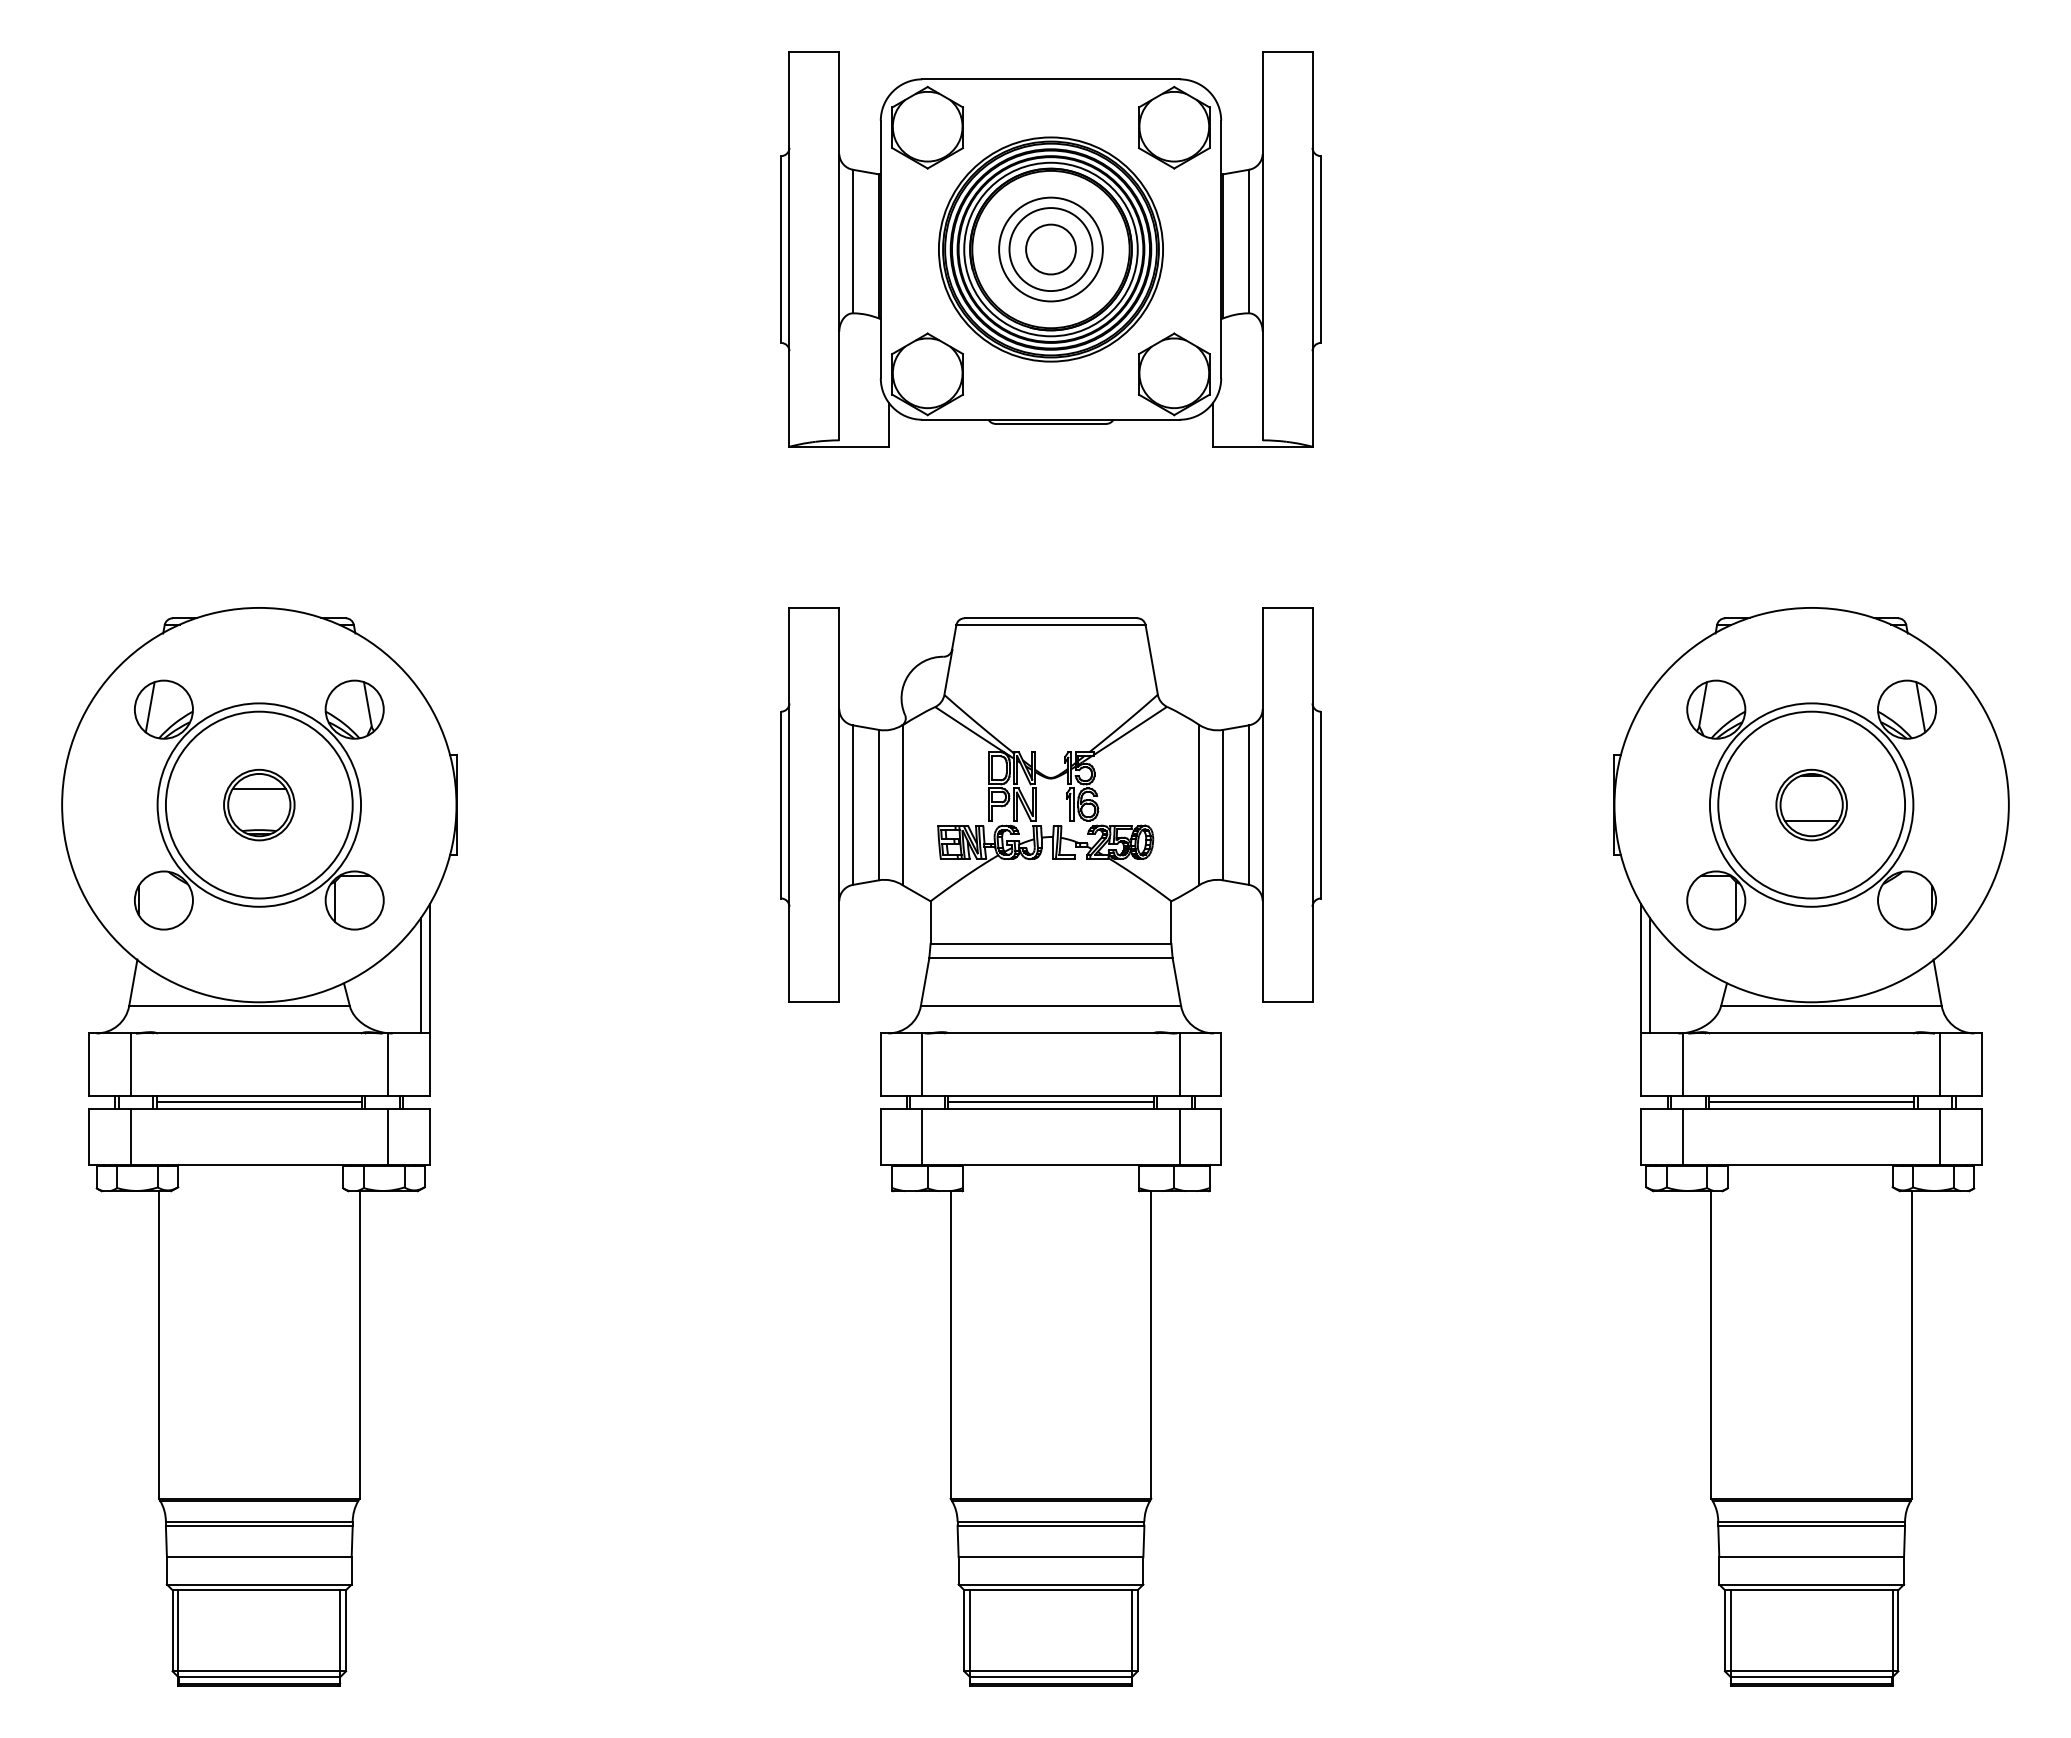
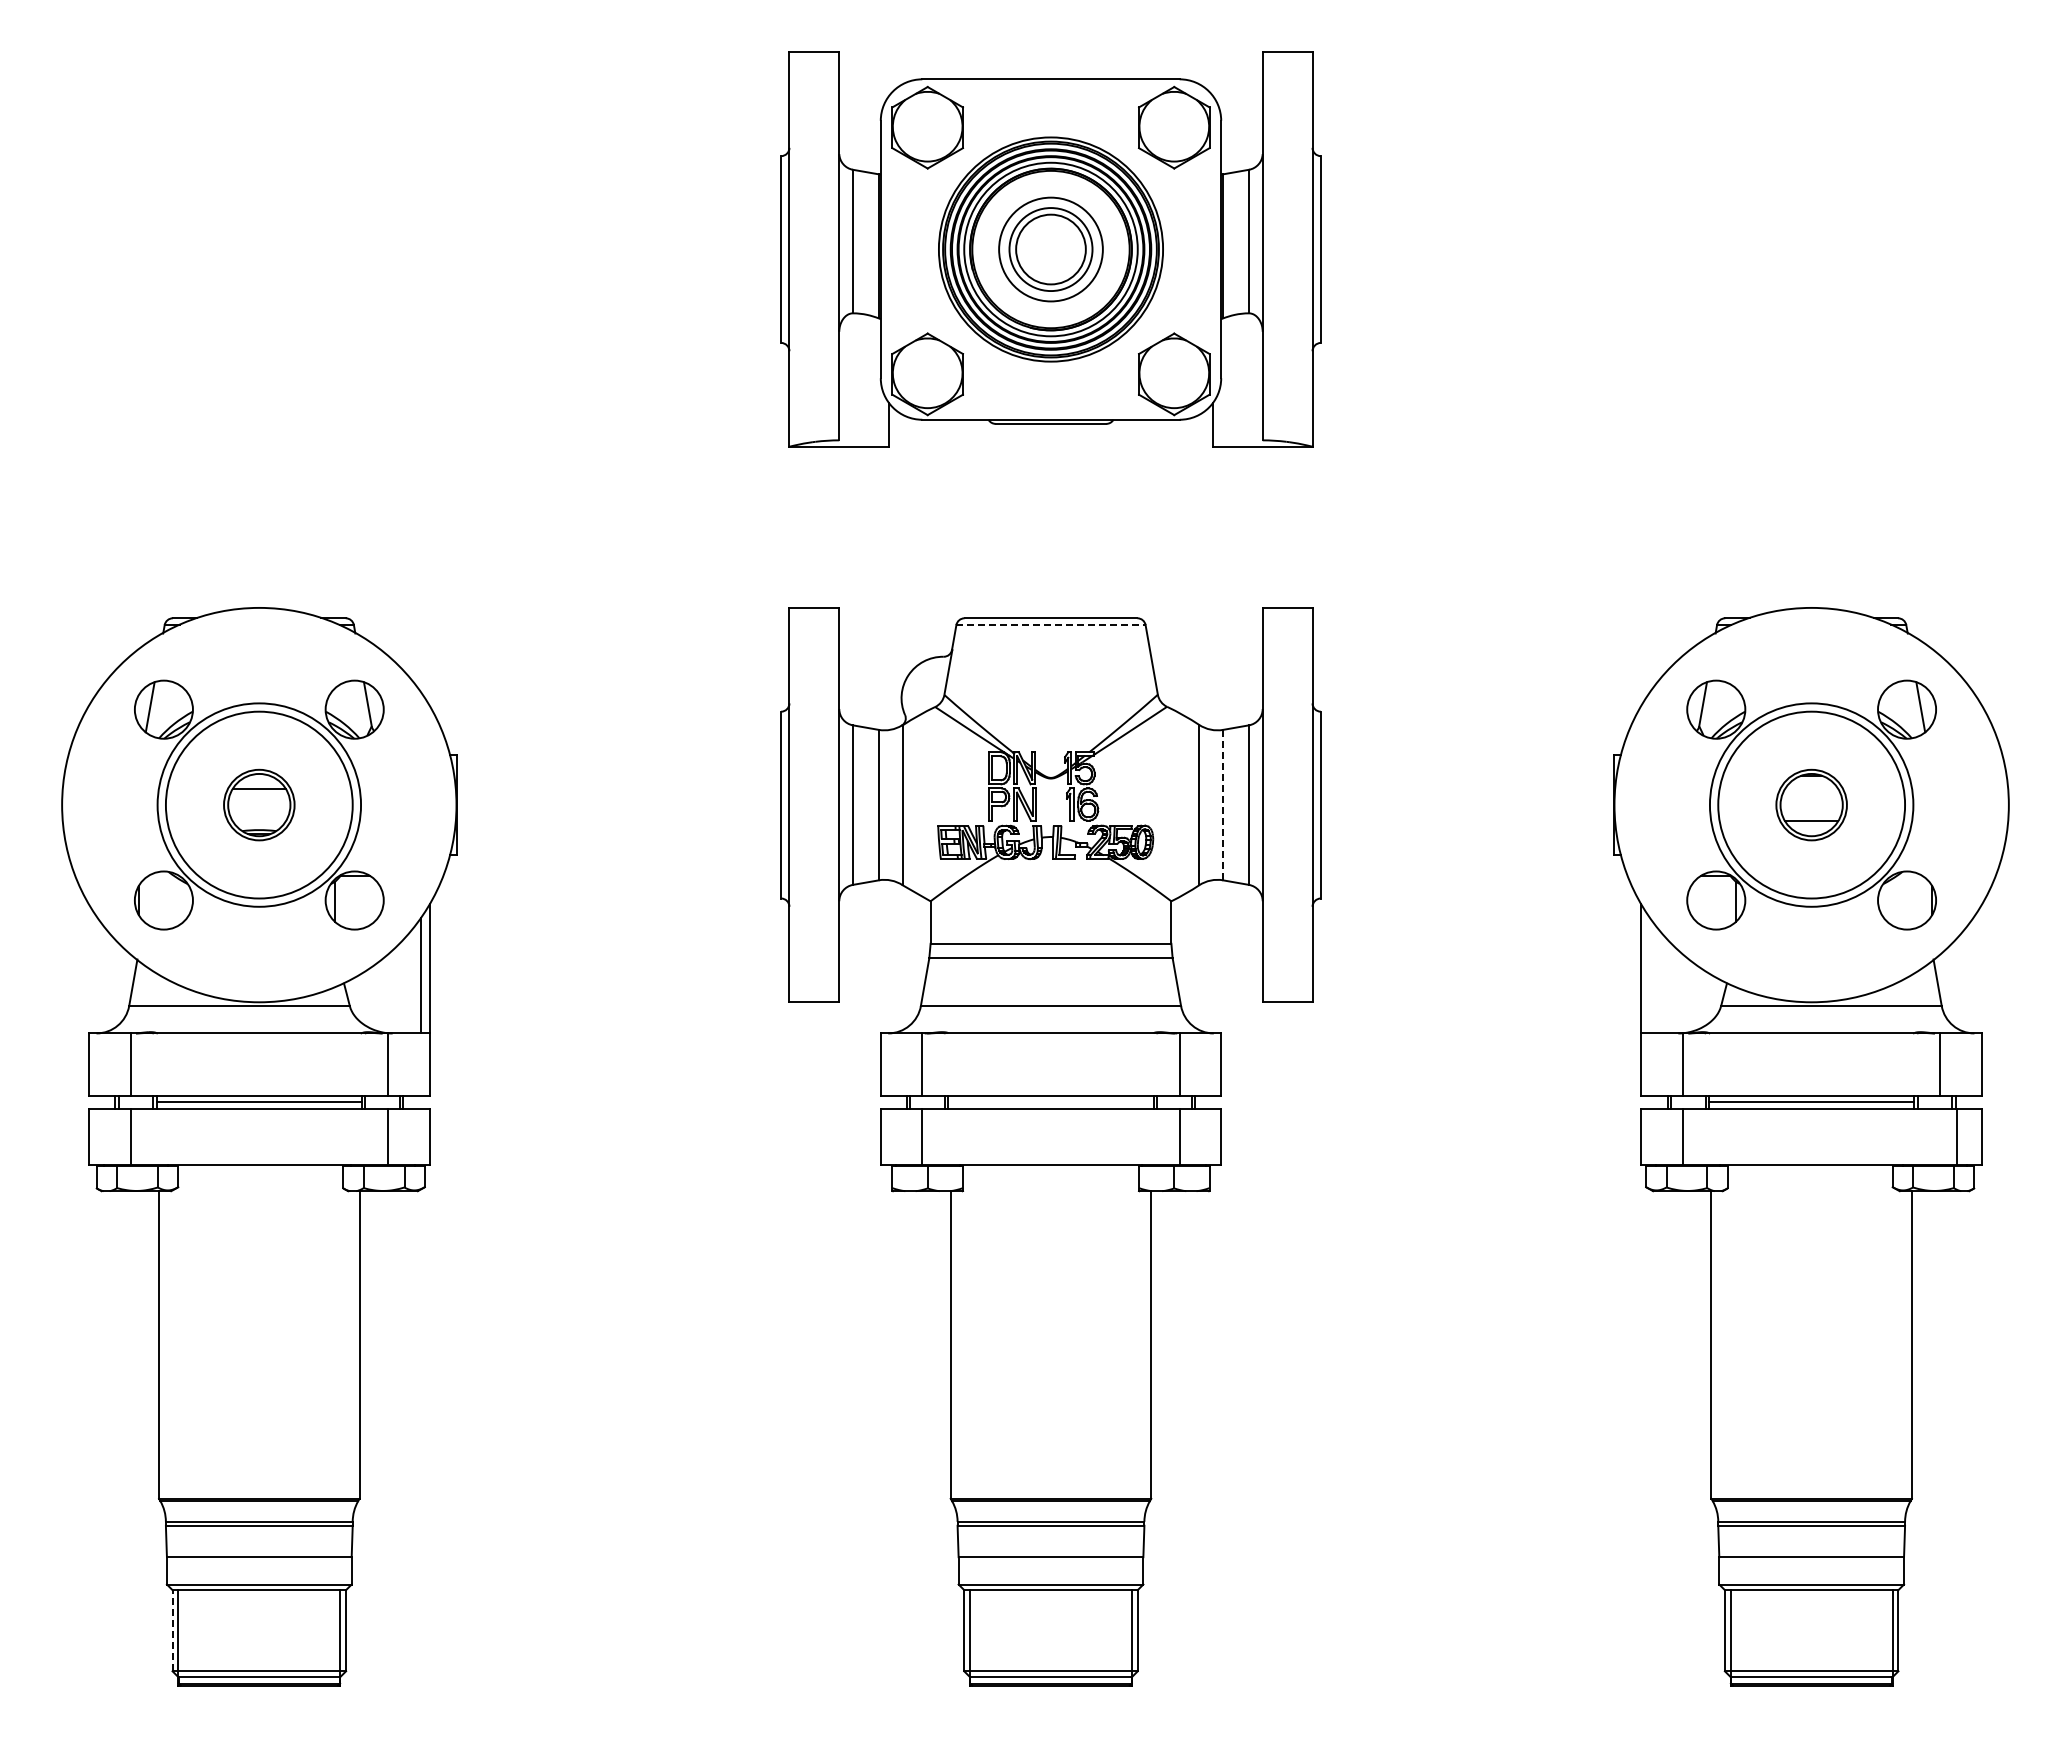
circle at (1050, 249) diameter: 50 px -> 70 px
line at (1051, 625): solid -> dashed
line at (1223, 805): solid -> dashed
line at (1649, 975): present -> none
line at (1050, 1102): present -> none
line at (1940, 1136) position: (1940, 1136) -> (1957, 1136)
line at (172, 1630): solid -> dashed
